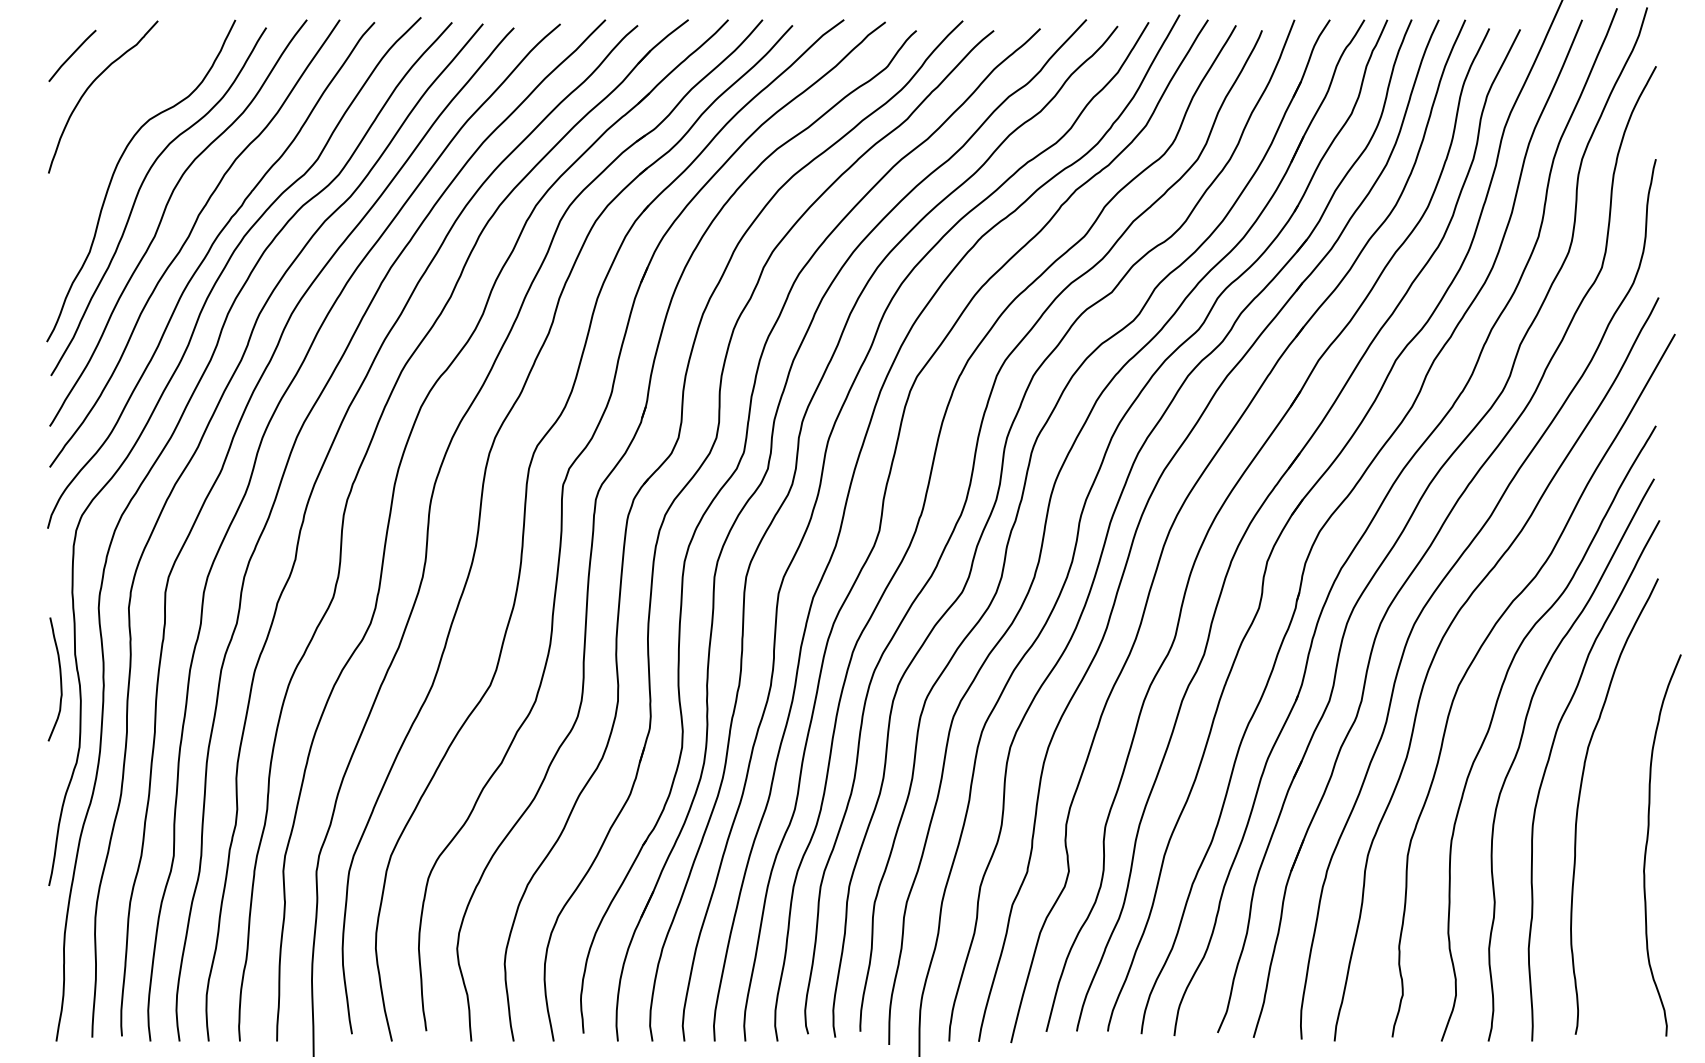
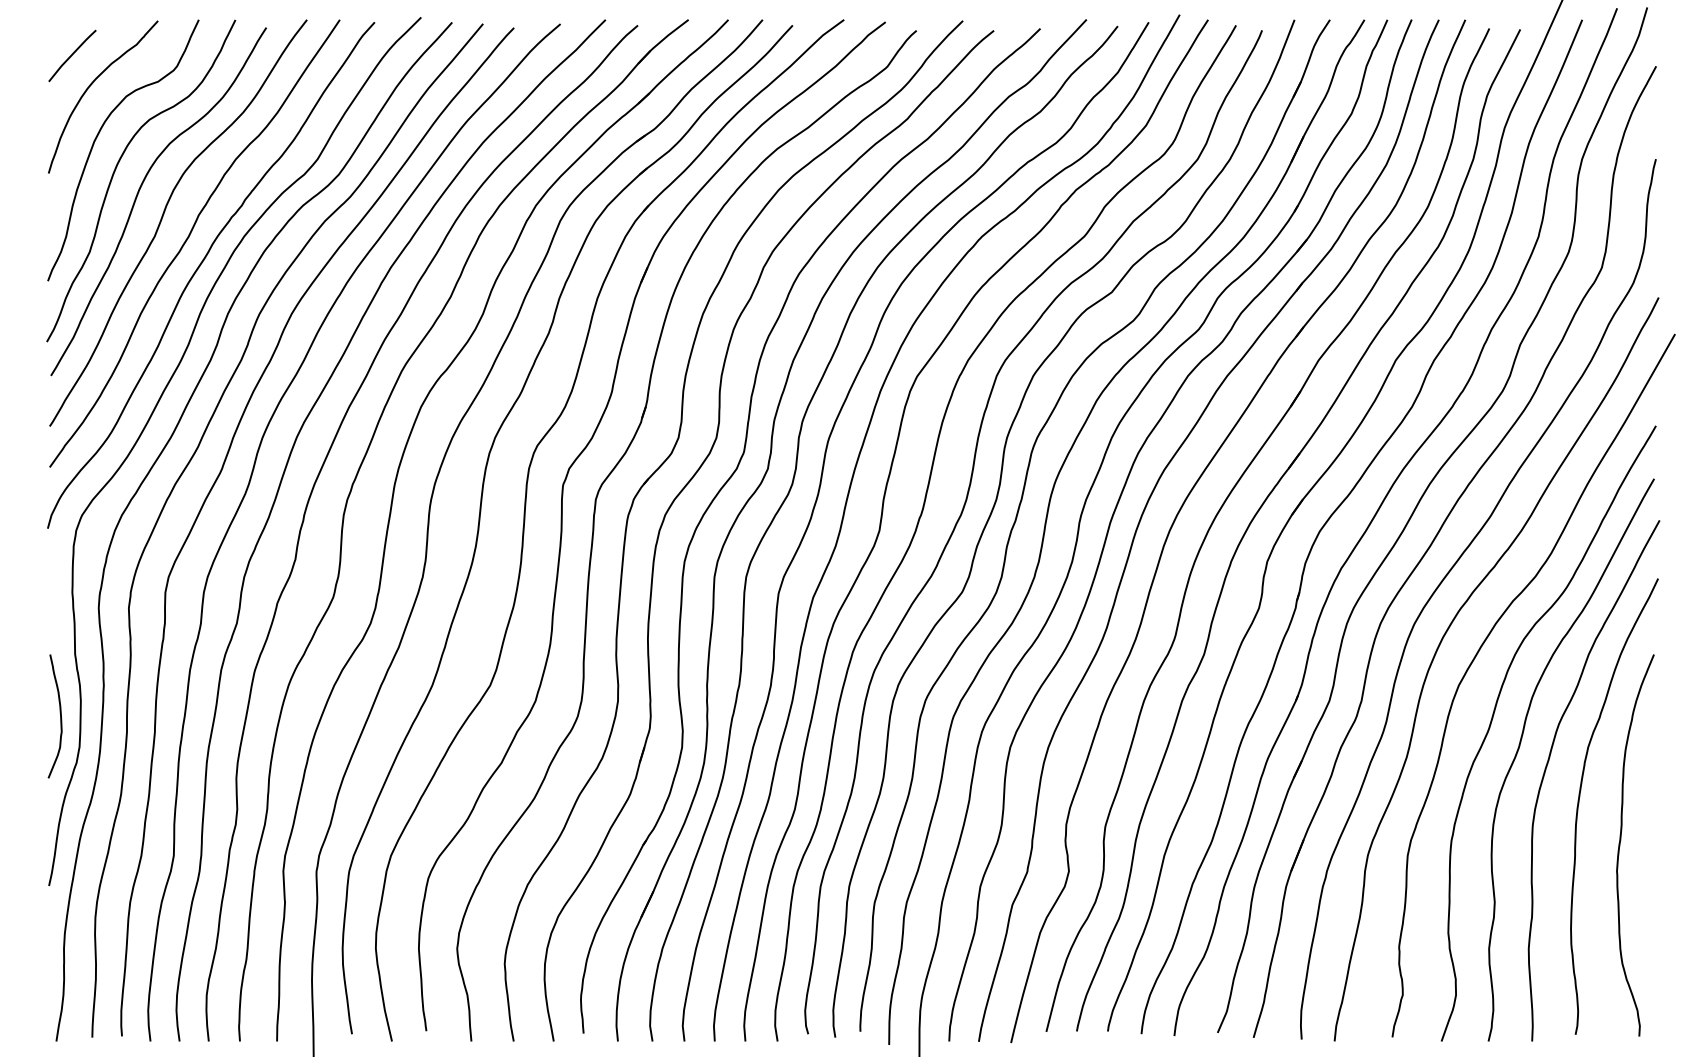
curve at (97, 137): none -> present
curve at (60, 679) position: (60, 679) -> (60, 716)
curve at (1648, 840) position: (1648, 840) -> (1621, 840)
